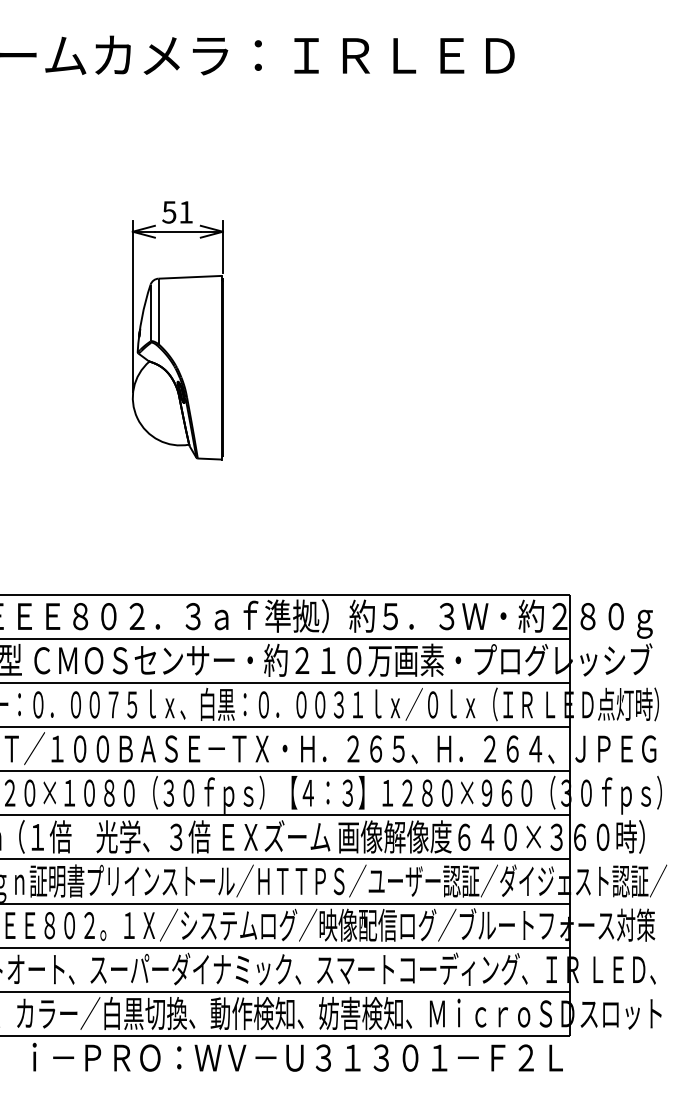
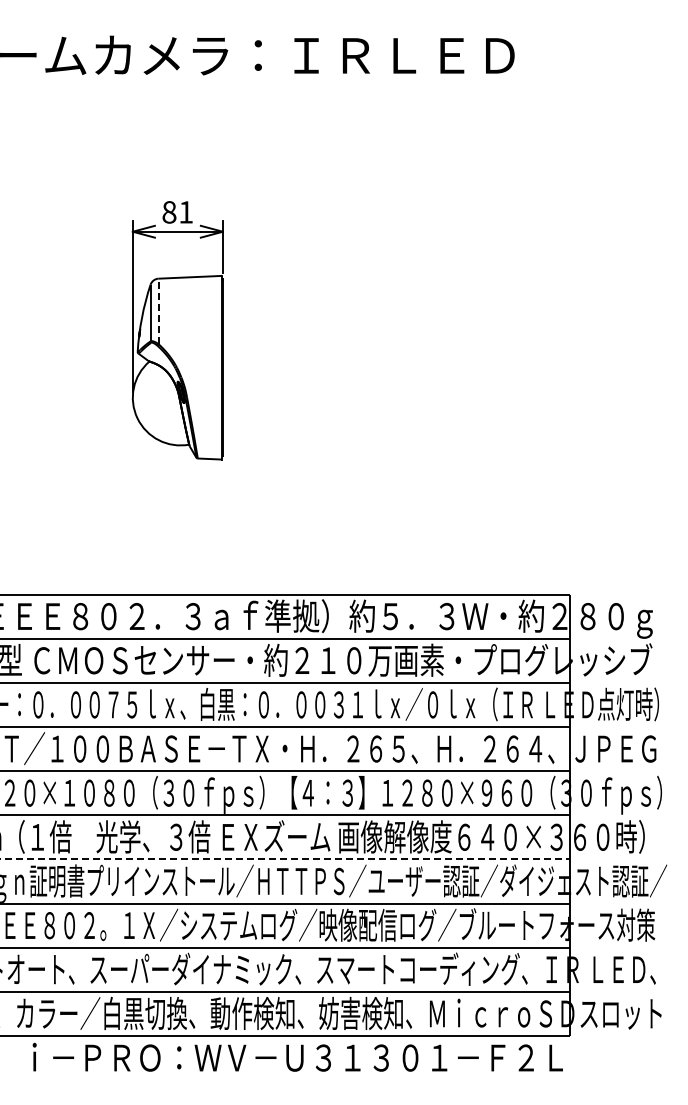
text at (169, 212): 51 -> 81
line at (158, 311): solid -> dashed
line at (285, 859): solid -> dashed
